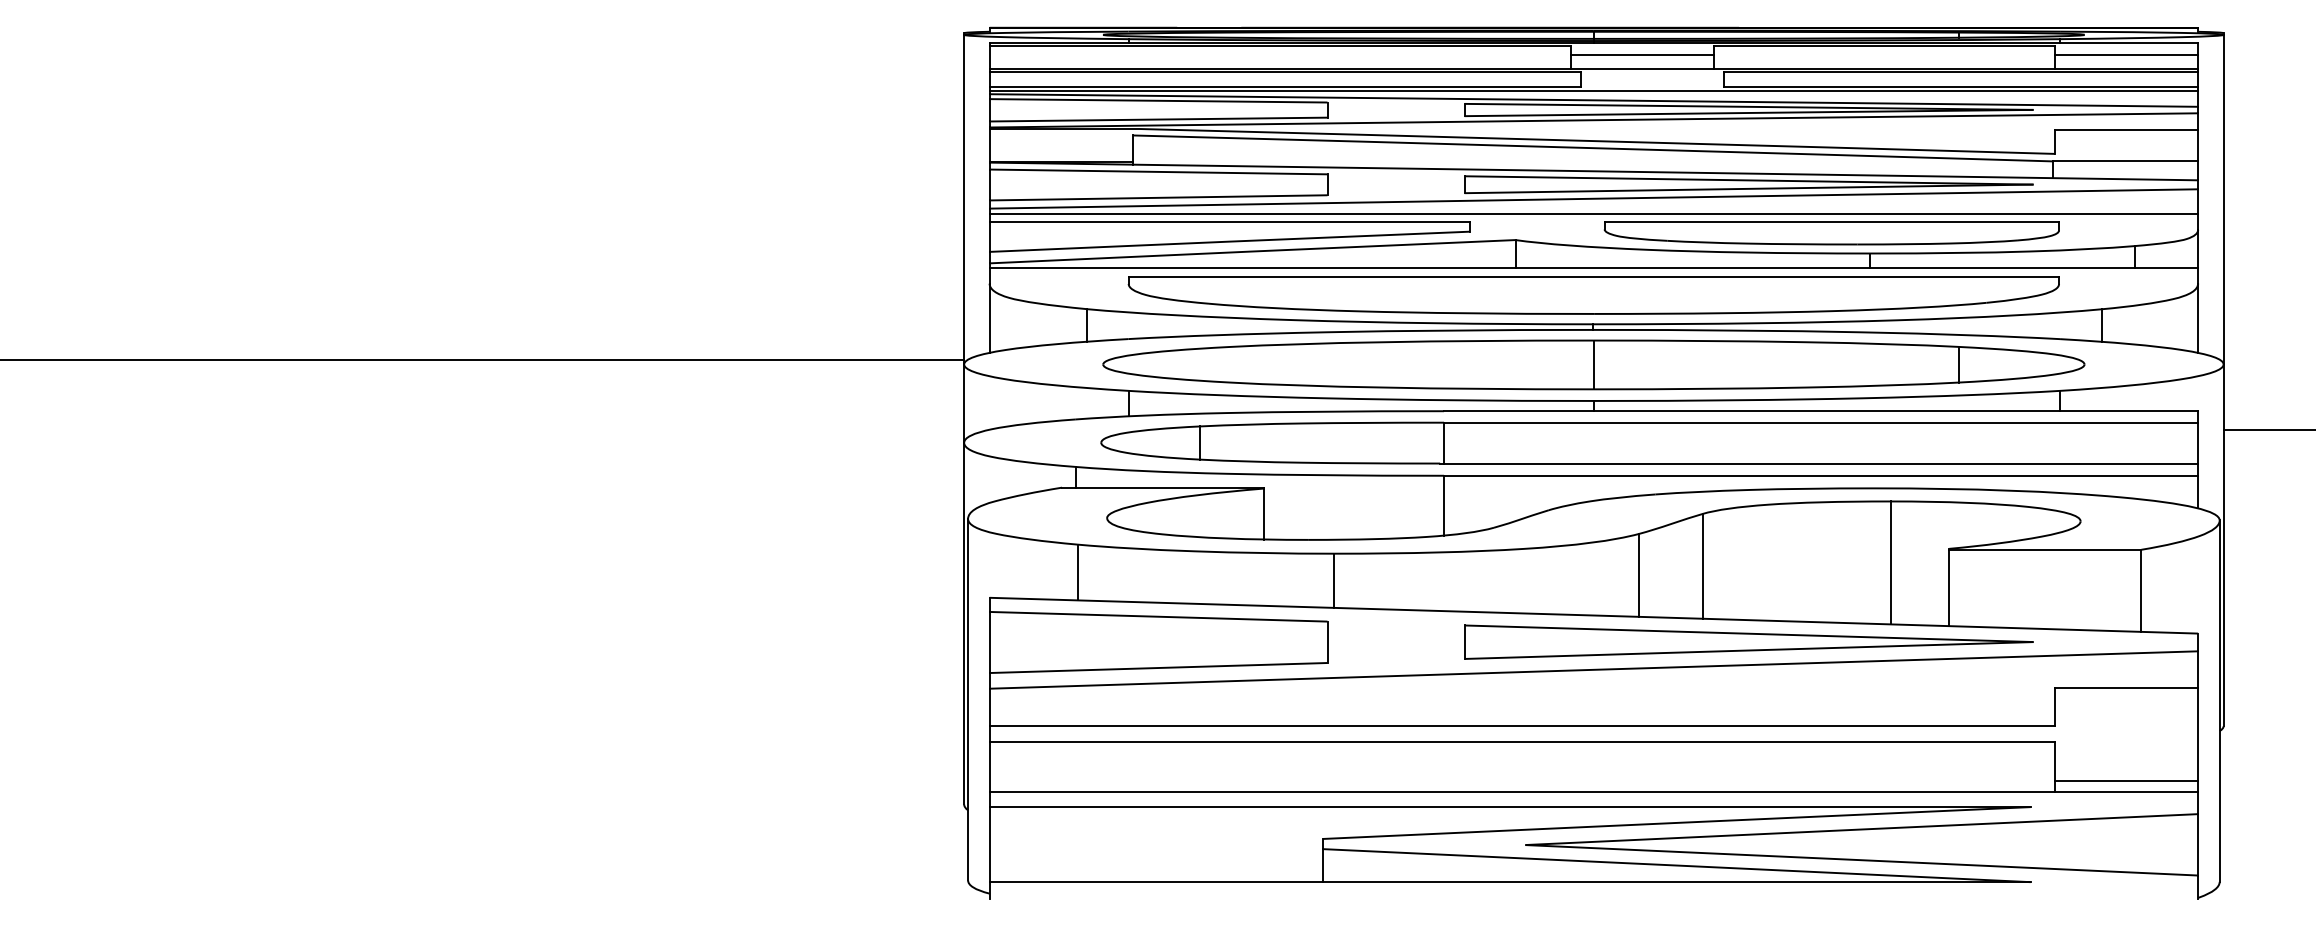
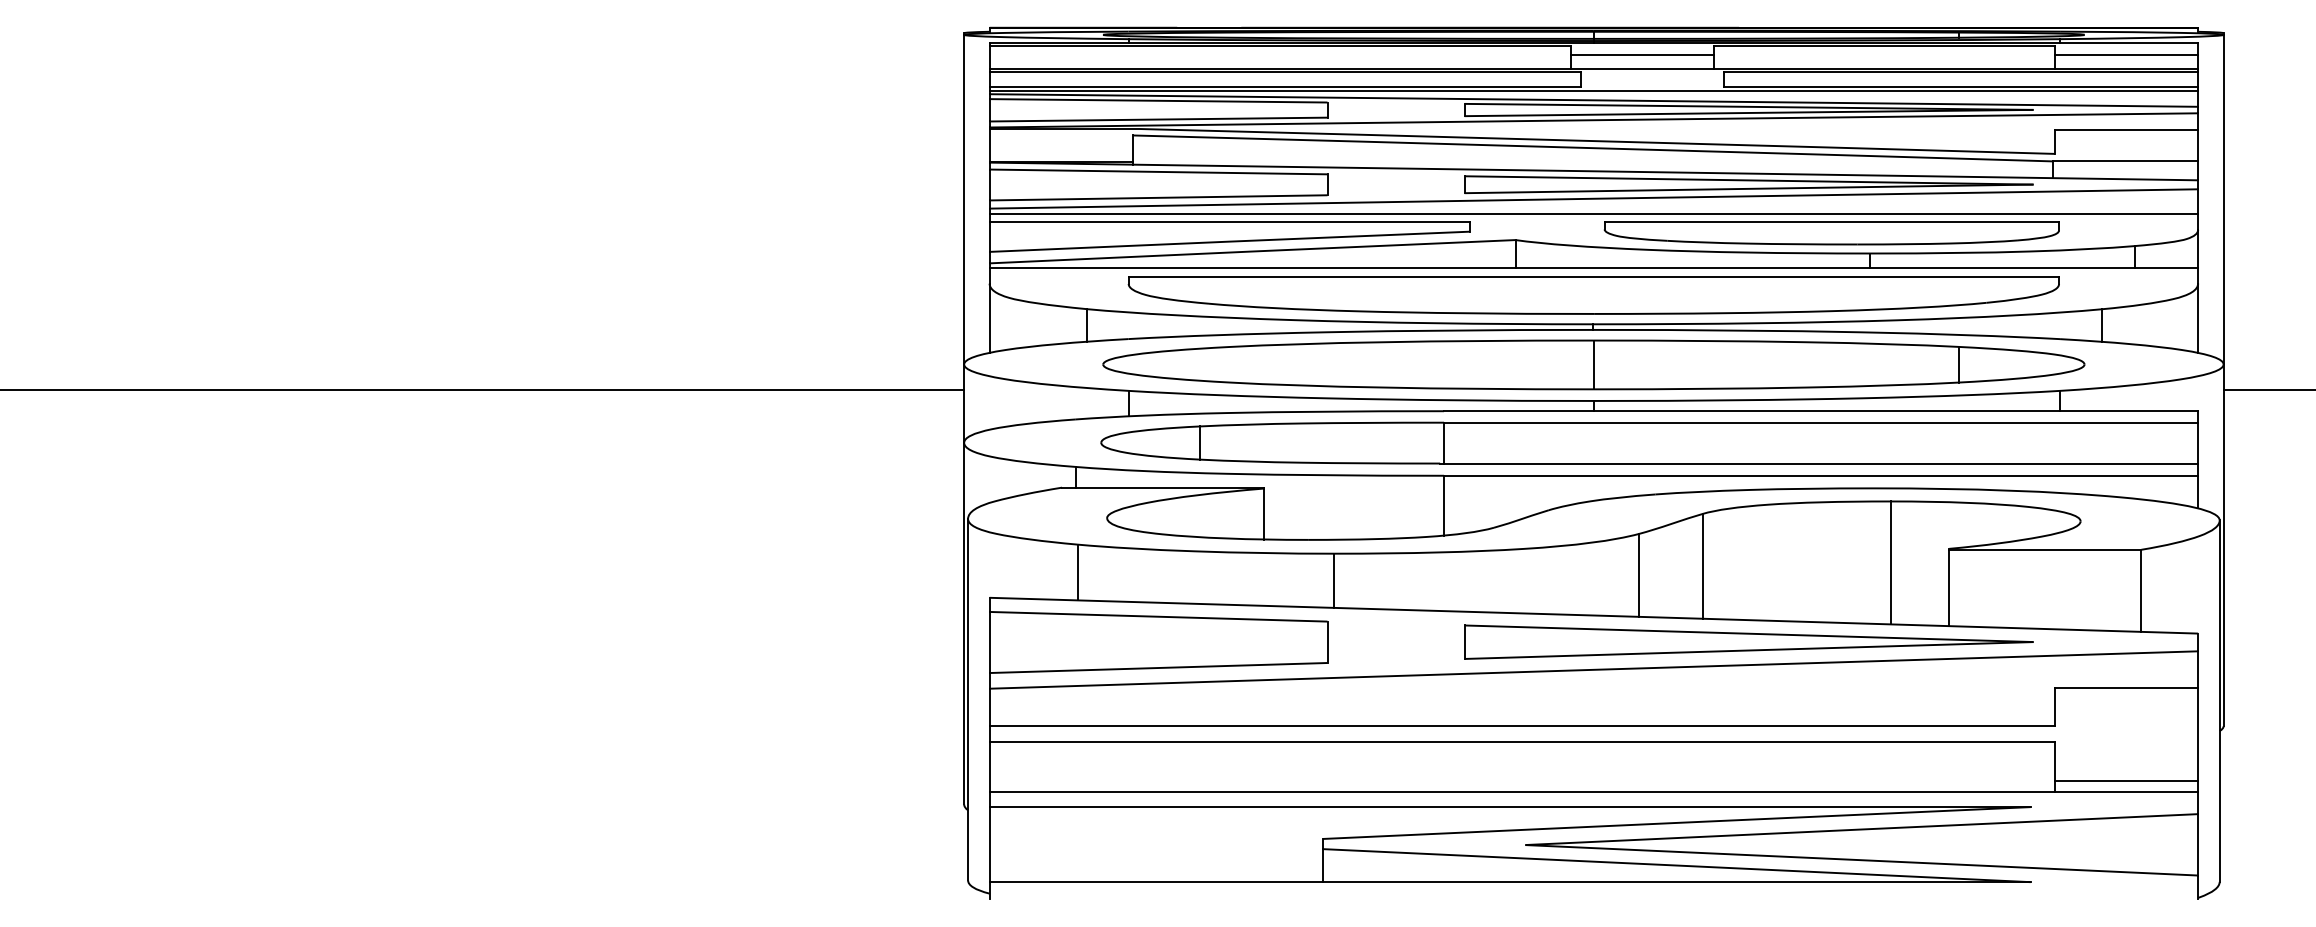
line at (483, 360) position: (483, 360) -> (483, 390)
line at (2267, 430) position: (2267, 430) -> (2267, 390)
